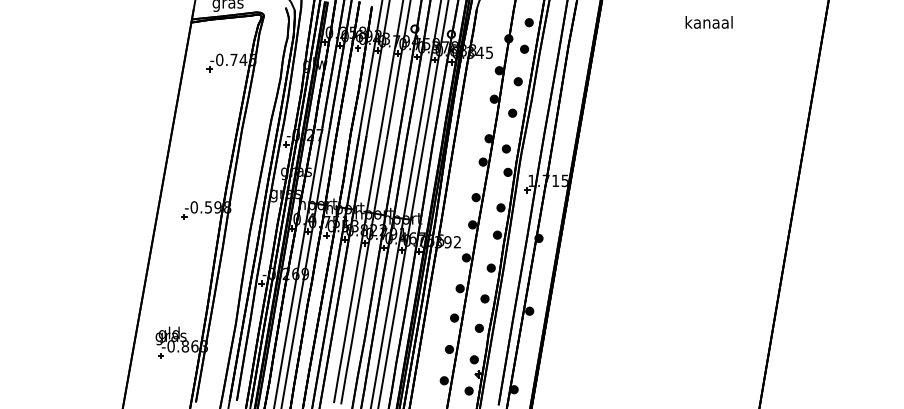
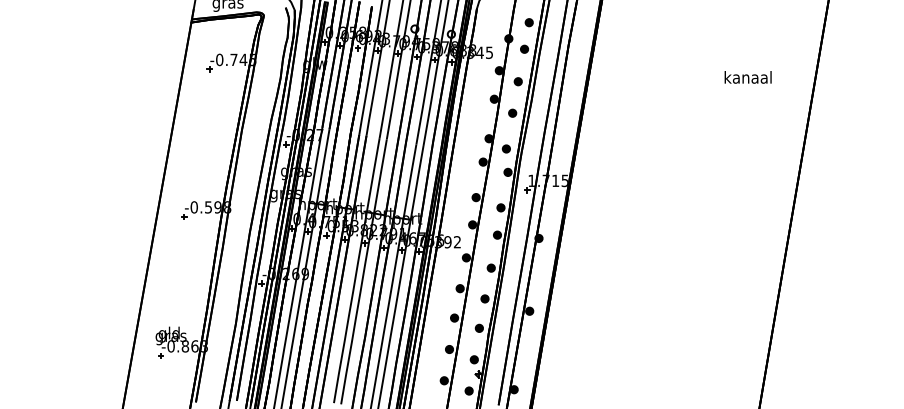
text at (708, 22) position: (708, 22) -> (747, 77)
